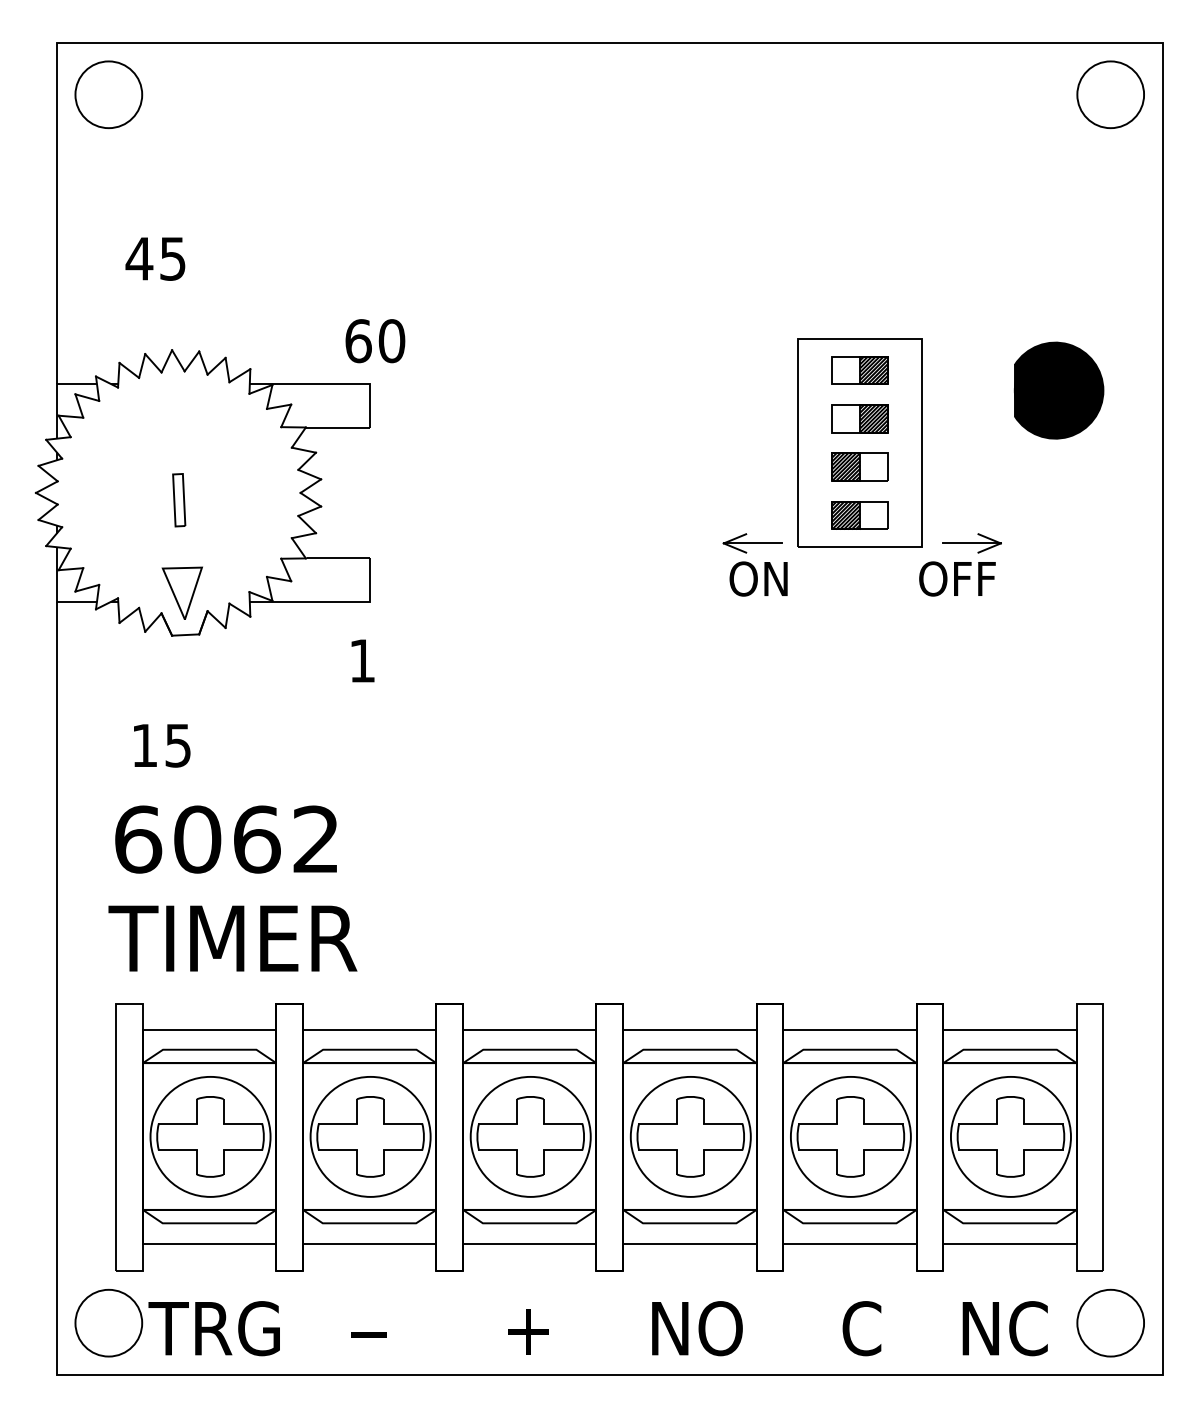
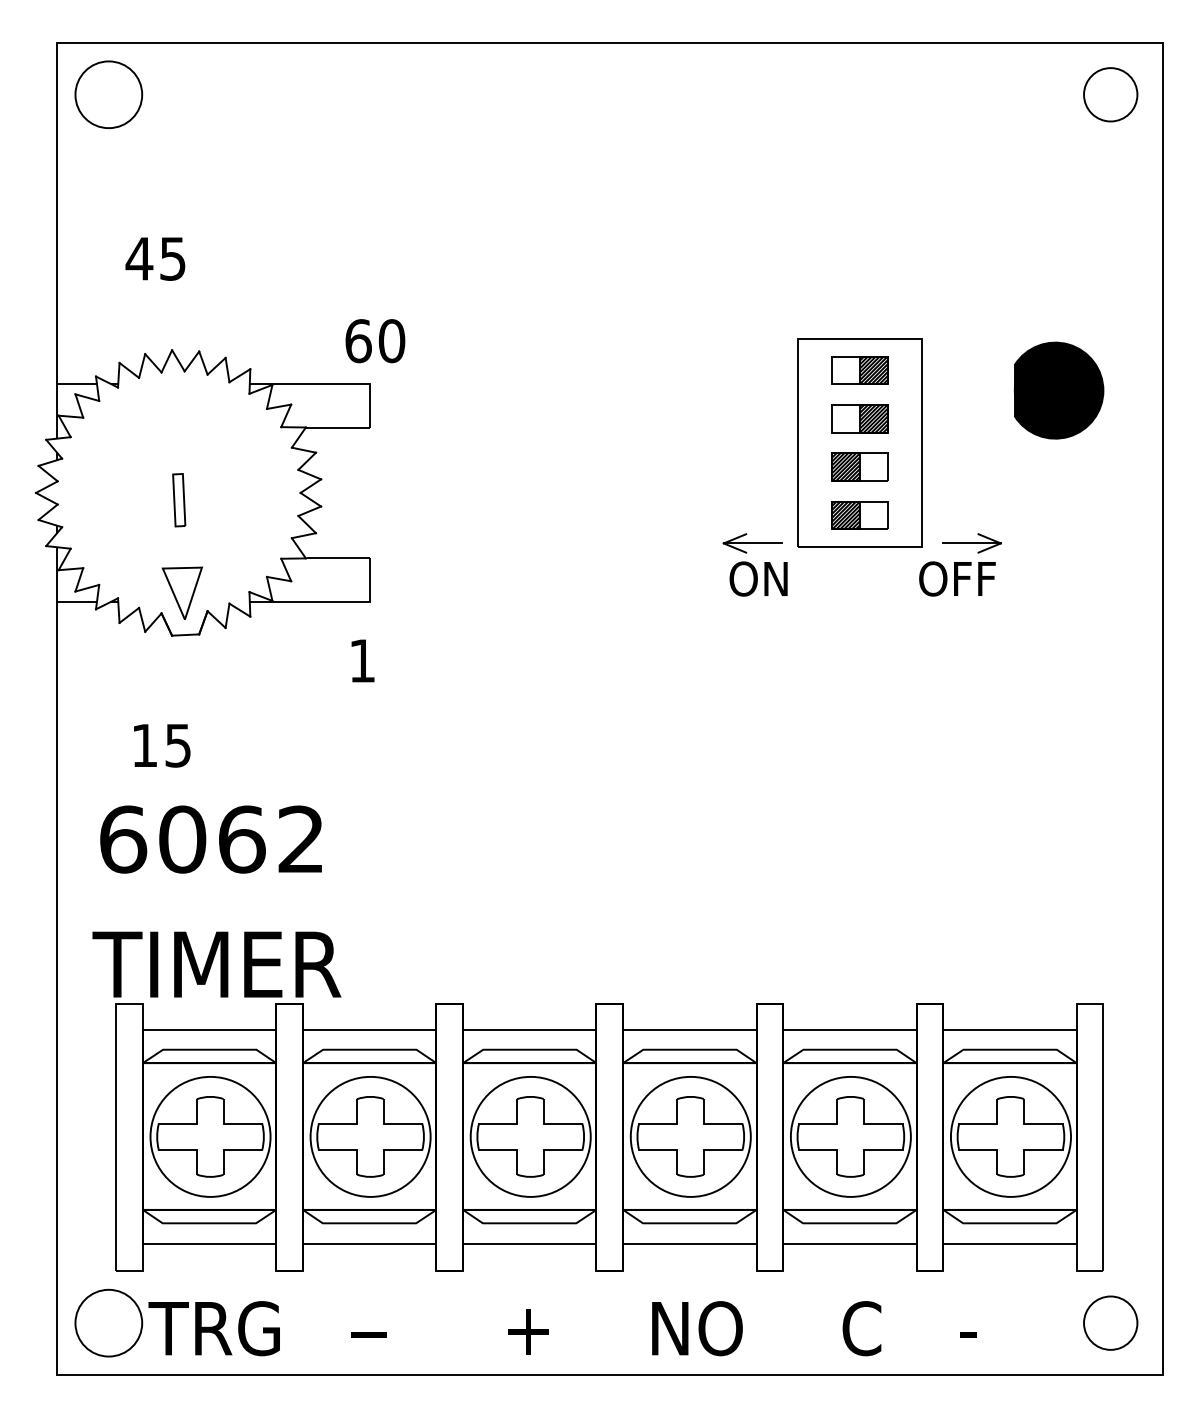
circle at (1110, 94) diameter: 67 px -> 53 px
text at (225, 839) position: (225, 839) -> (210, 839)
text at (232, 938) position: (232, 938) -> (216, 964)
circle at (1110, 1322) diameter: 67 px -> 53 px
text at (1003, 1328): NC -> -
